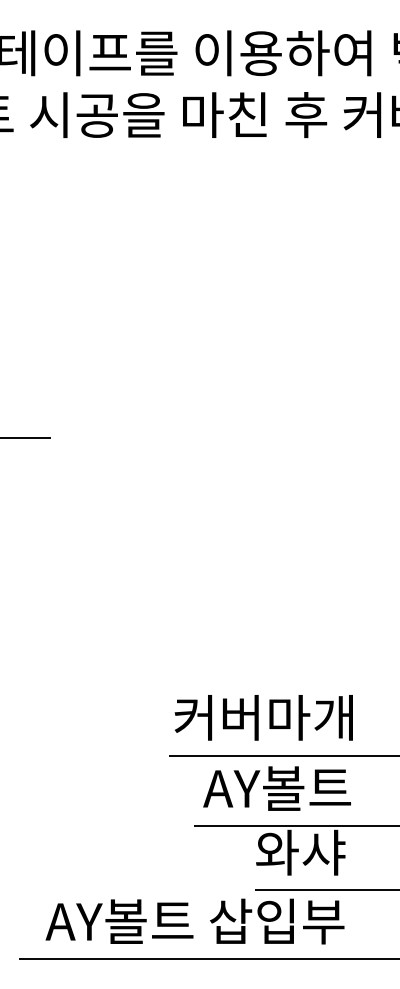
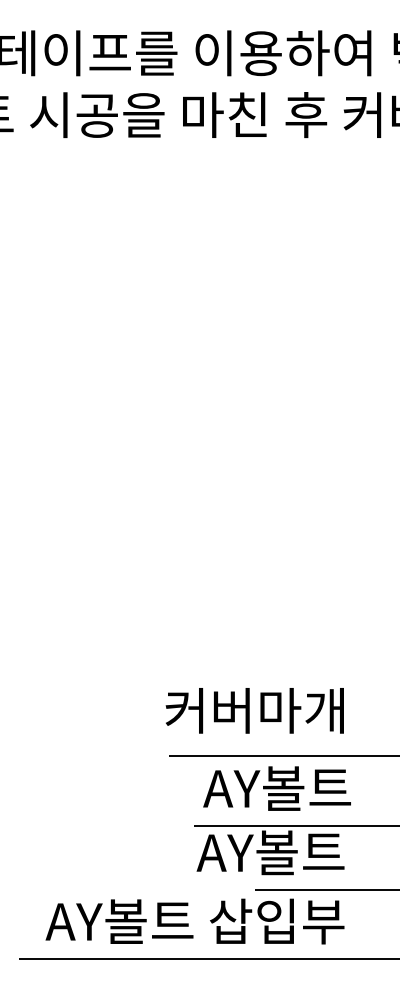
line at (26, 438): present -> none
text at (263, 717) position: (263, 717) -> (254, 710)
text at (270, 852): 와샤 -> AY볼트
